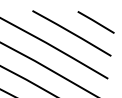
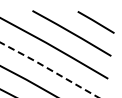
line at (49, 69): solid -> dashed
